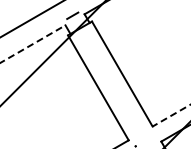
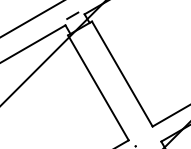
line at (32, 44): dashed -> solid
line at (171, 115): dashed -> solid
